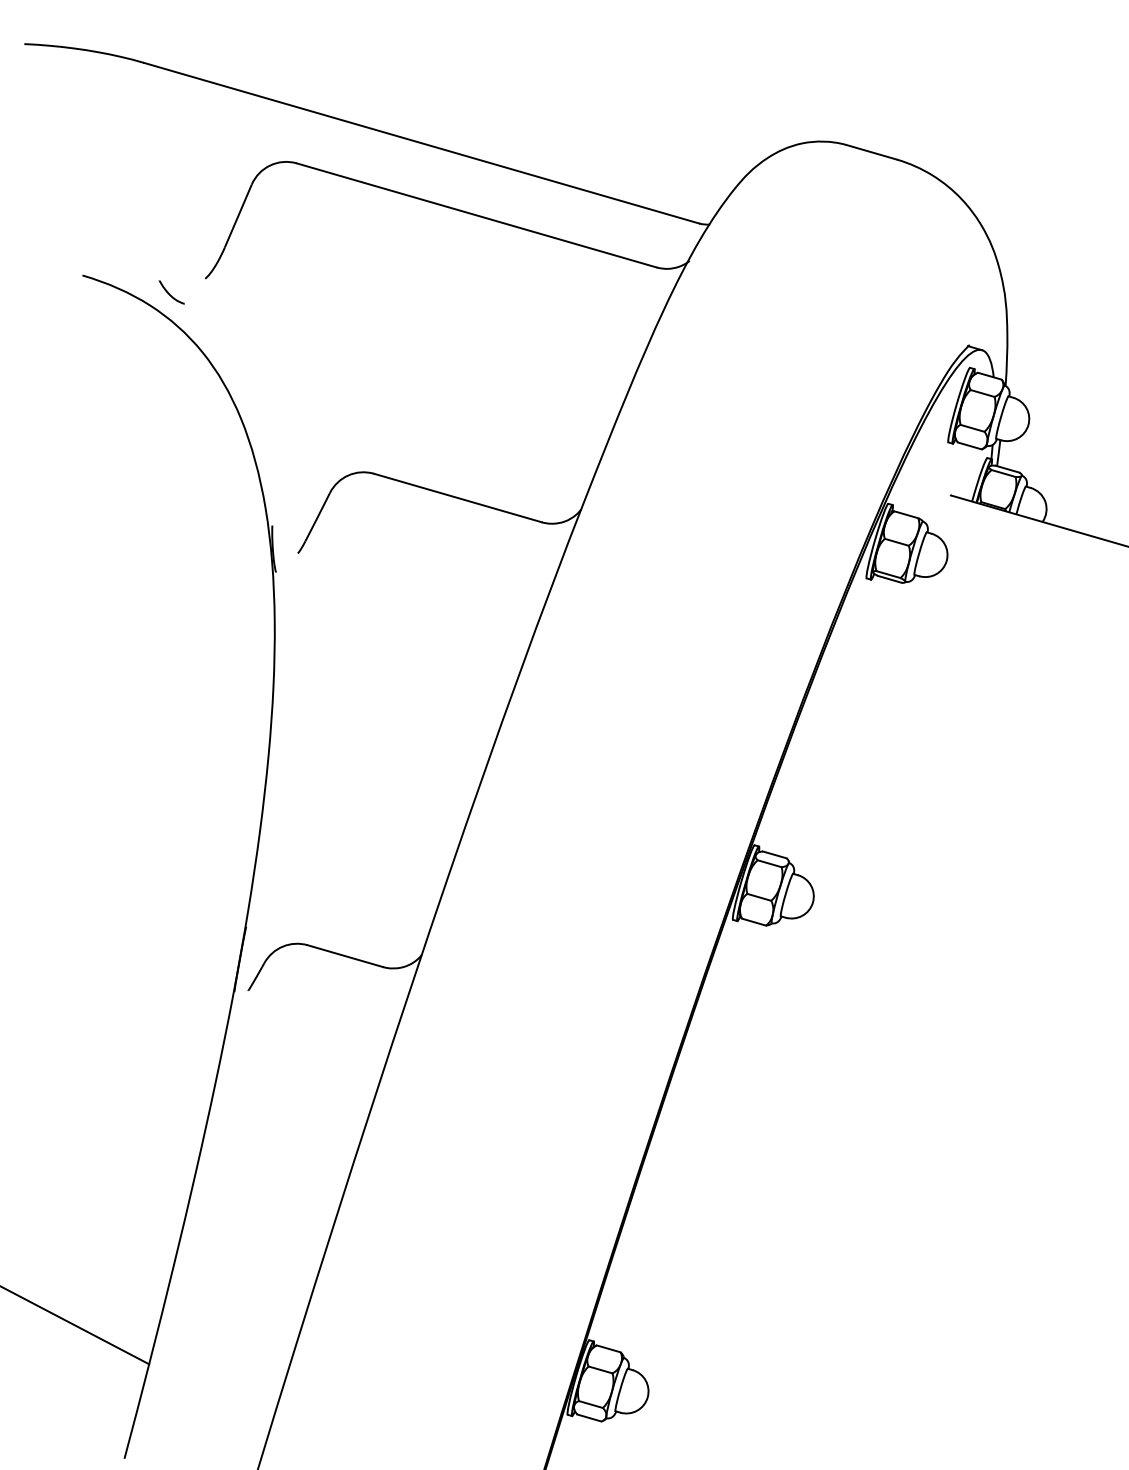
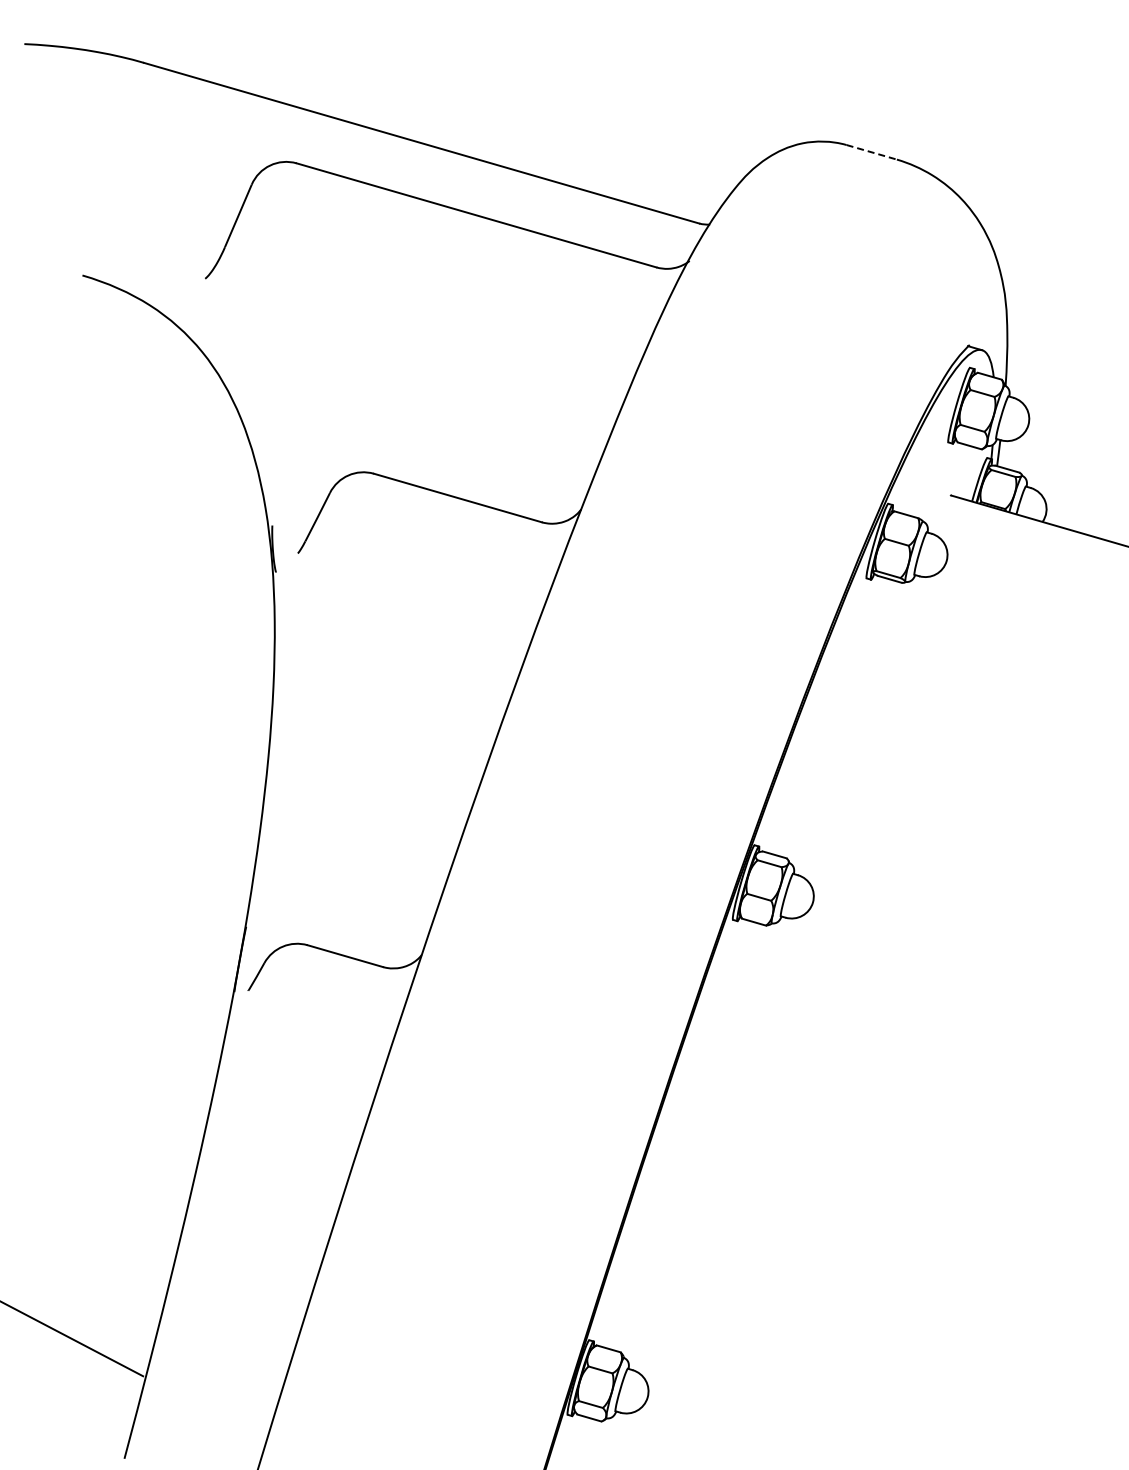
line at (872, 152): solid -> dashed
curve at (169, 293): present -> none
line at (75, 1325) position: (75, 1325) -> (72, 1339)
